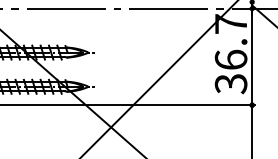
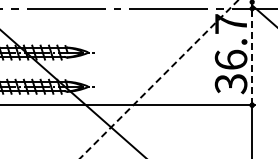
line at (252, 56): solid -> dashed
line at (159, 79): solid -> dashed
